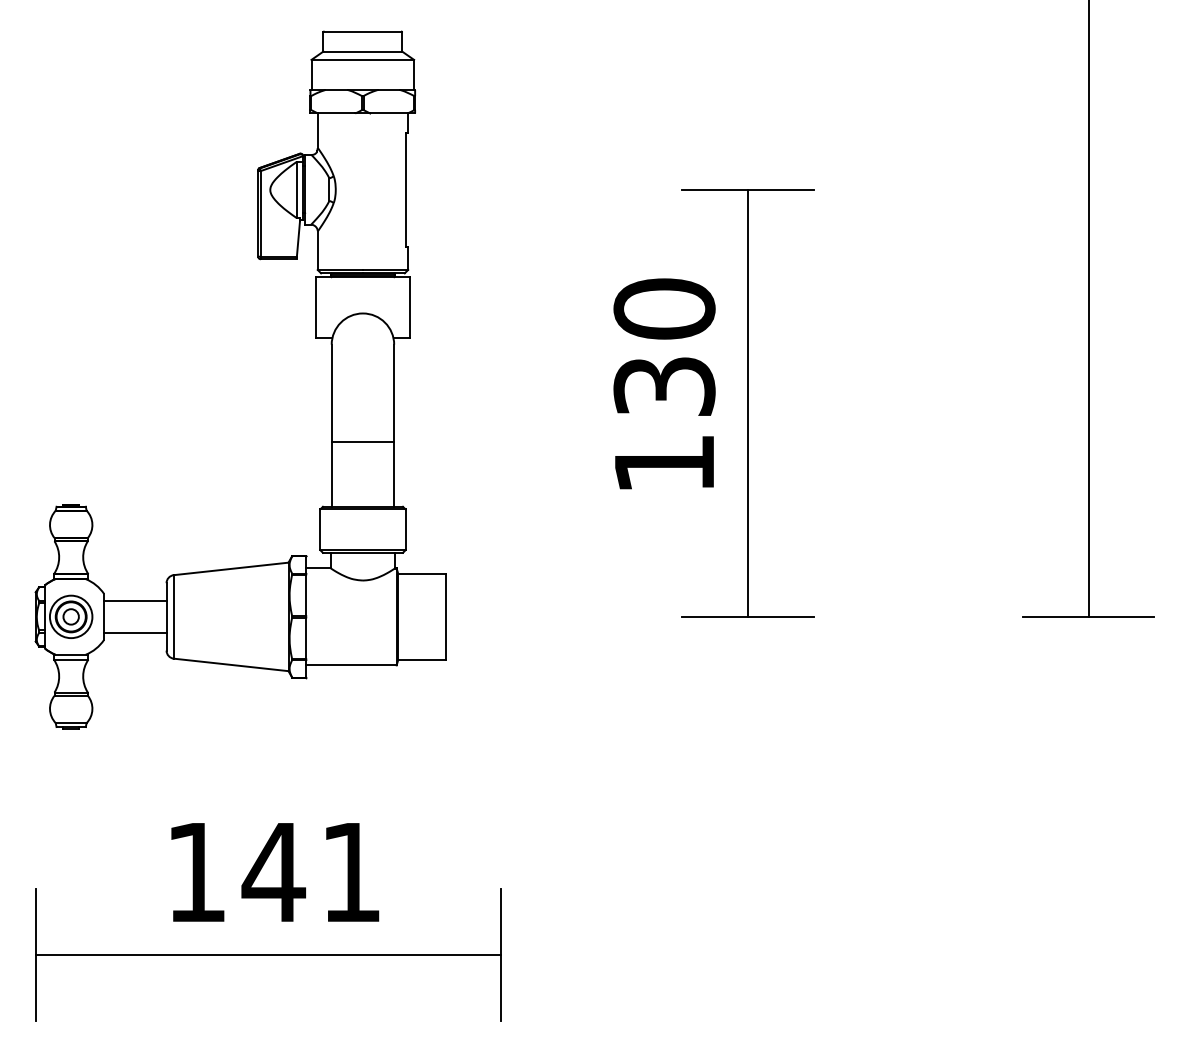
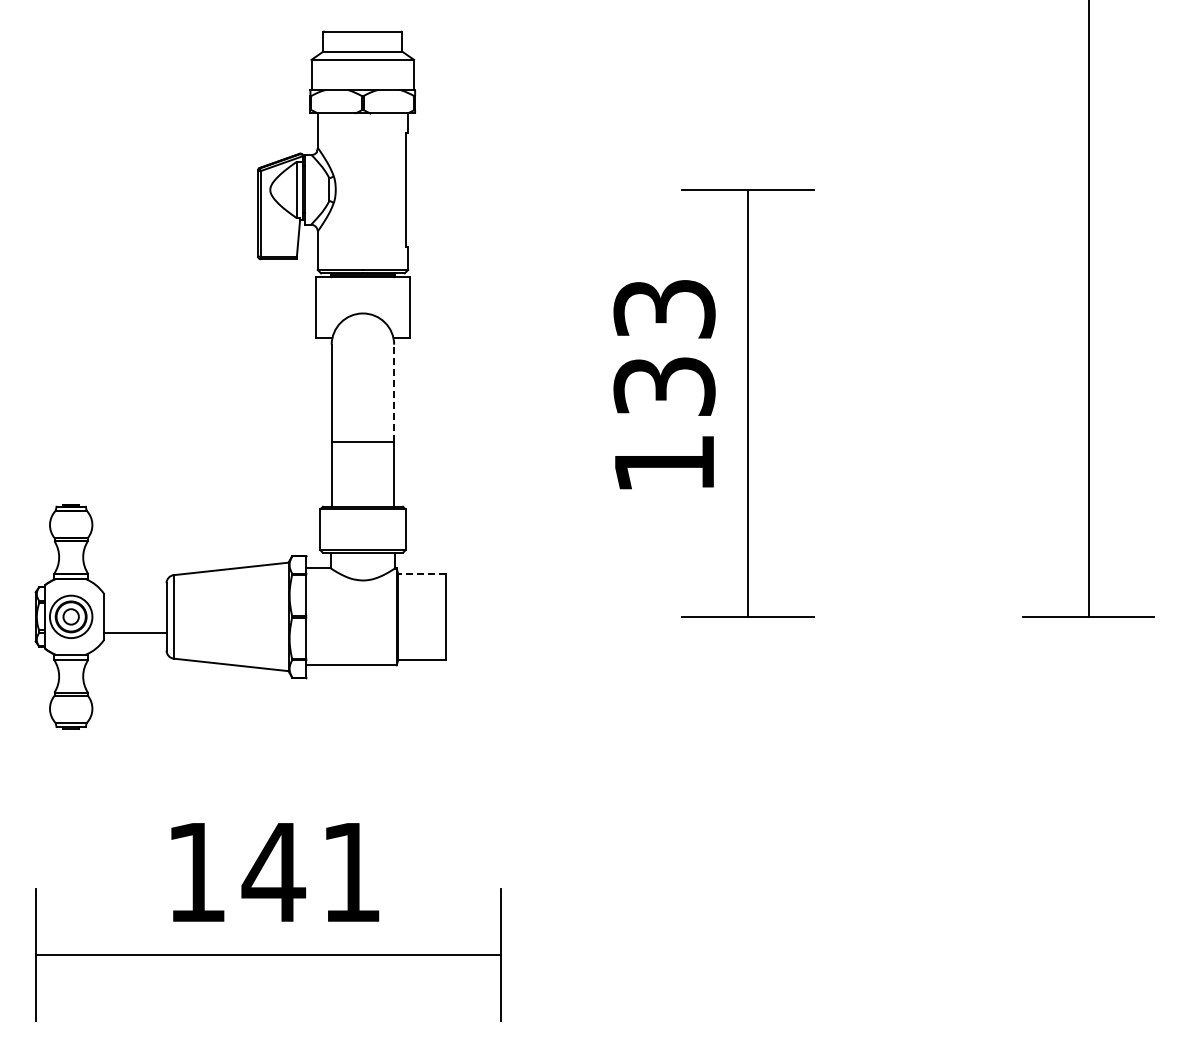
text at (664, 308): 130 -> 133
line at (394, 392): solid -> dashed
line at (422, 573): solid -> dashed
line at (135, 601): present -> none
